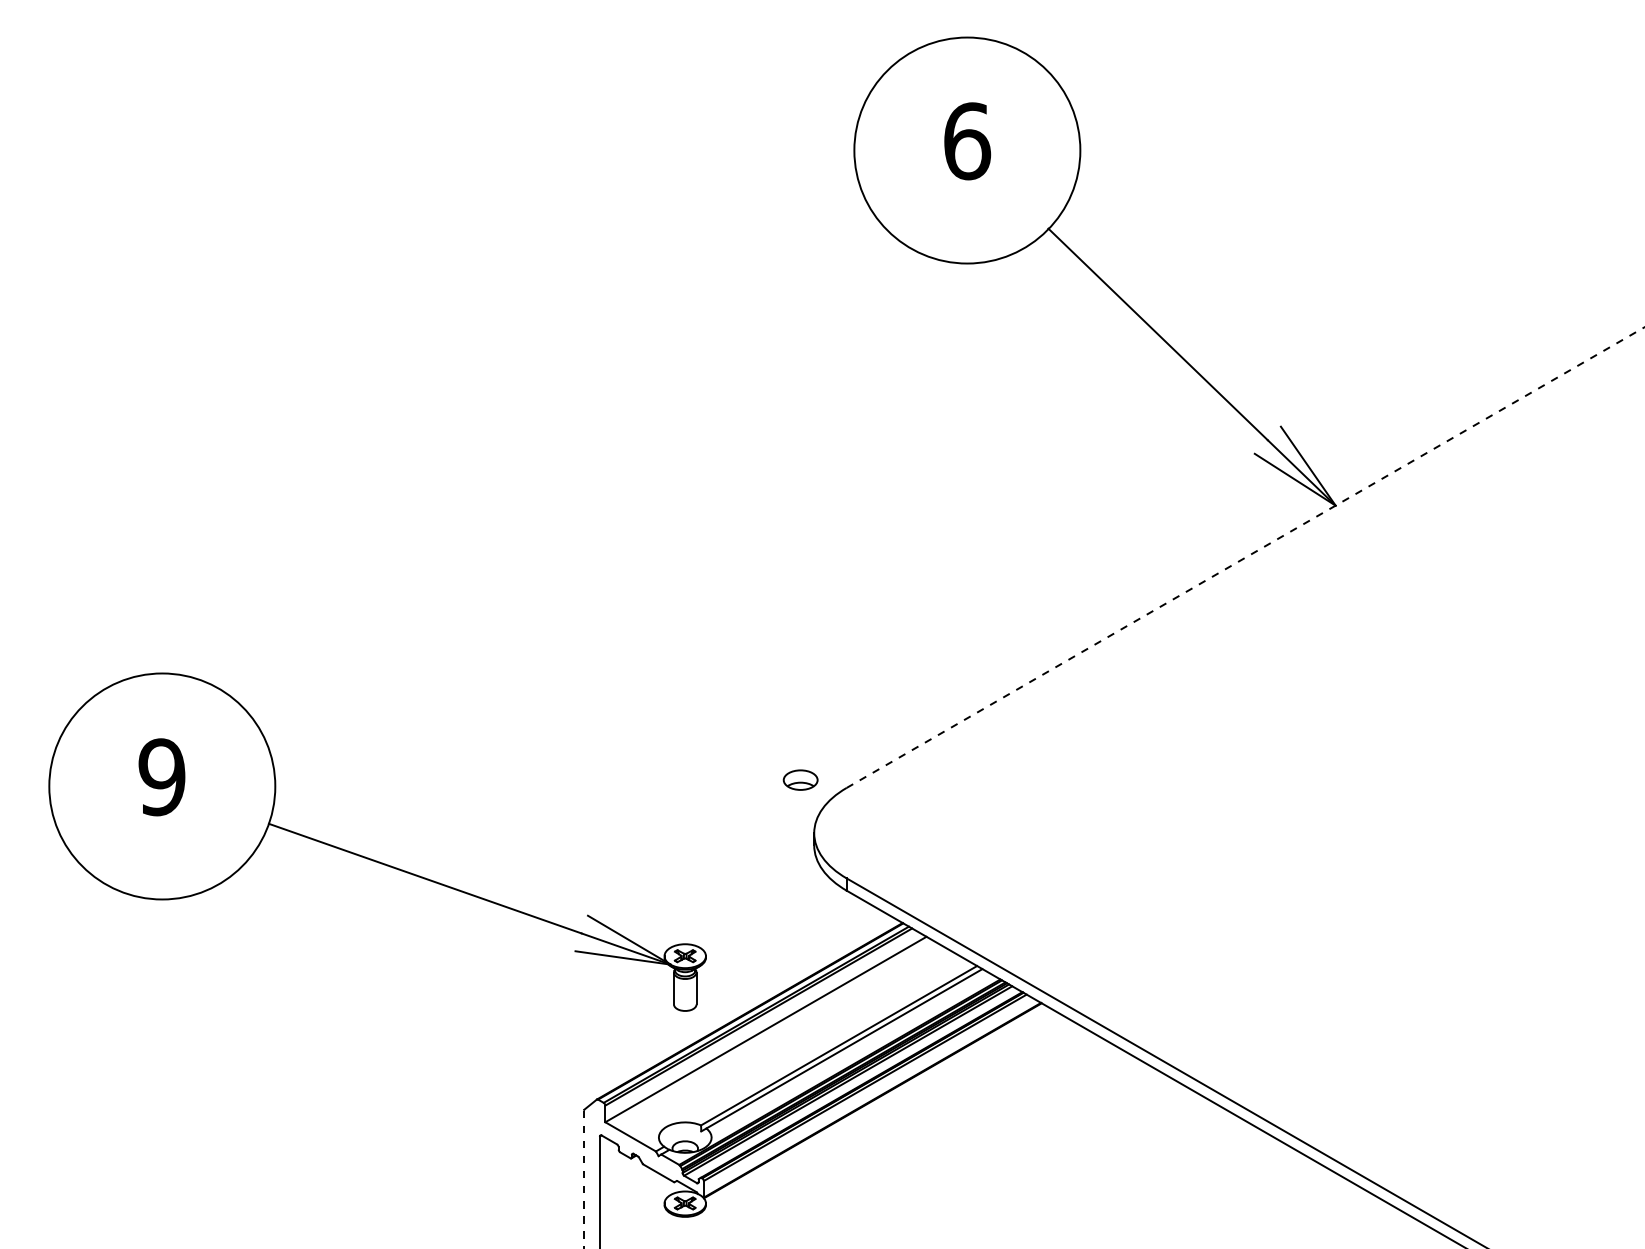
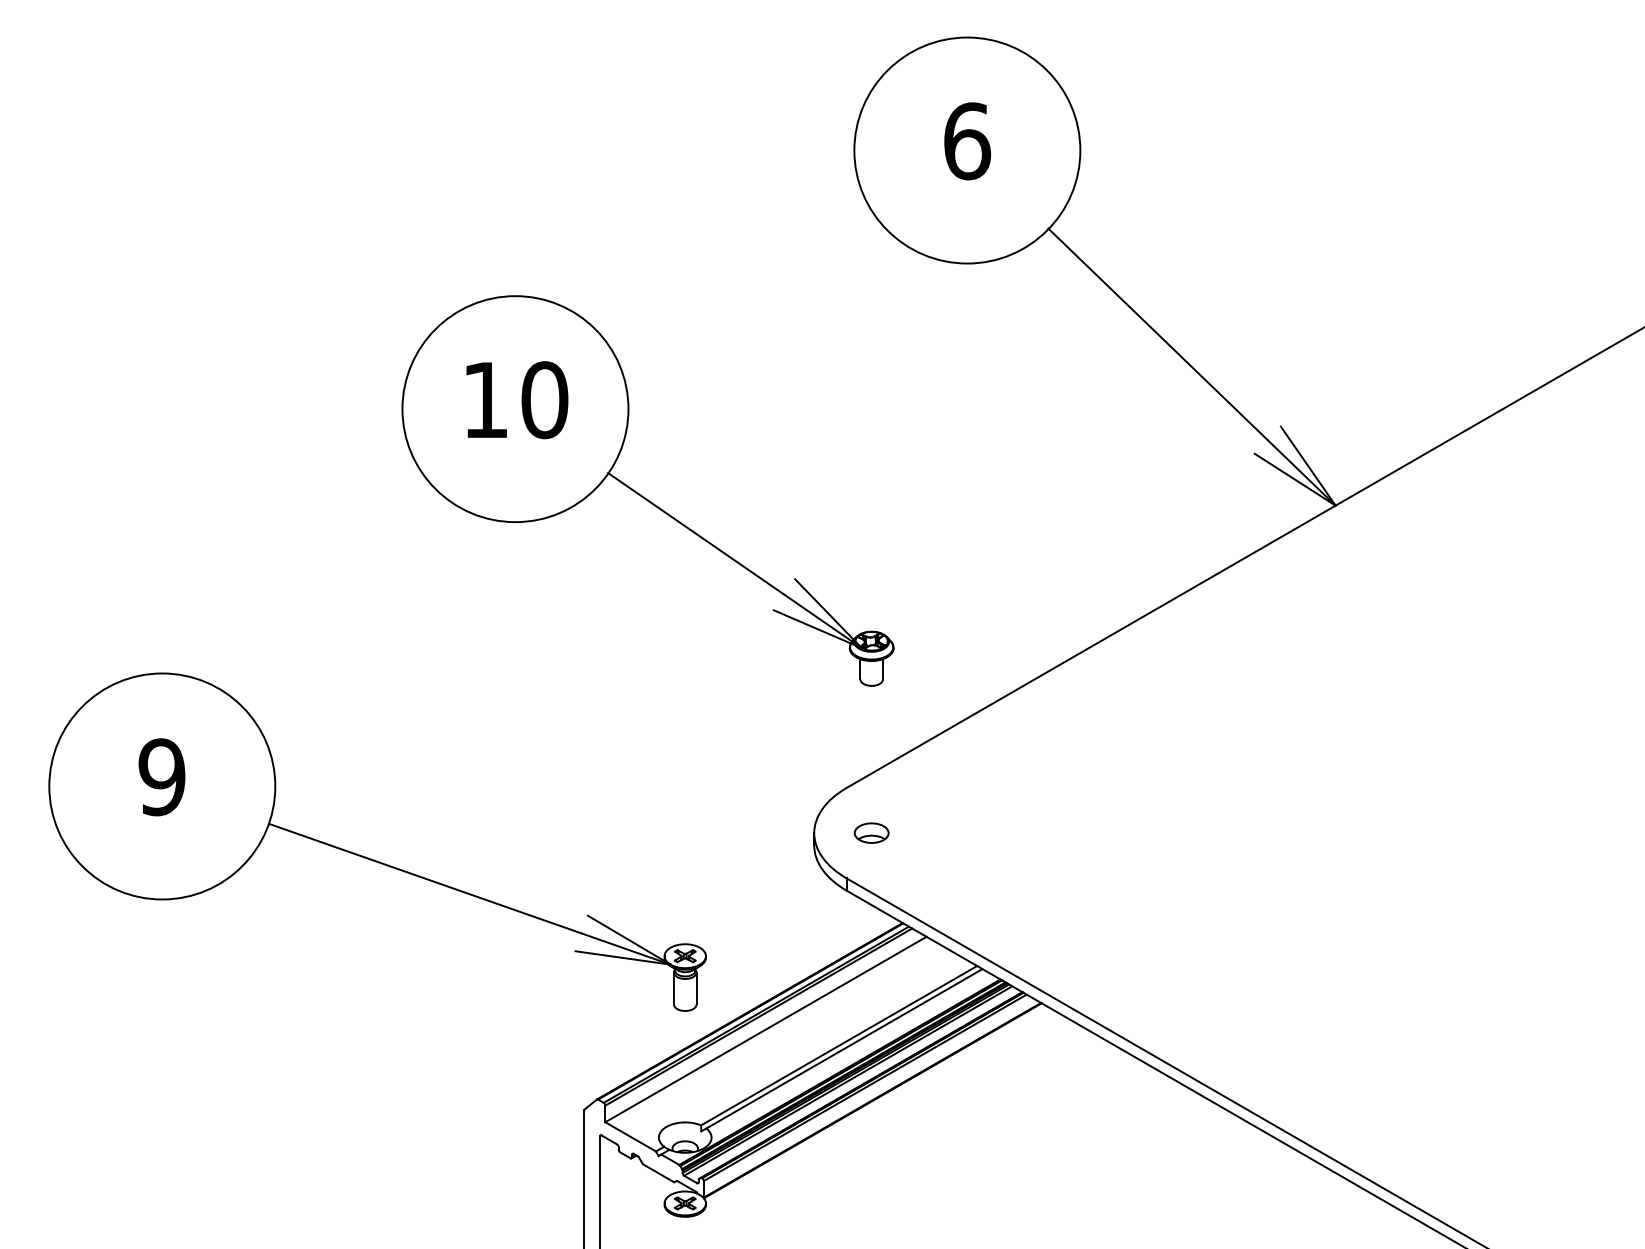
part at (642, 495): none -> present
line at (1245, 557): dashed -> solid
part at (800, 779) position: (800, 779) -> (871, 832)
line at (584, 1179): dashed -> solid
